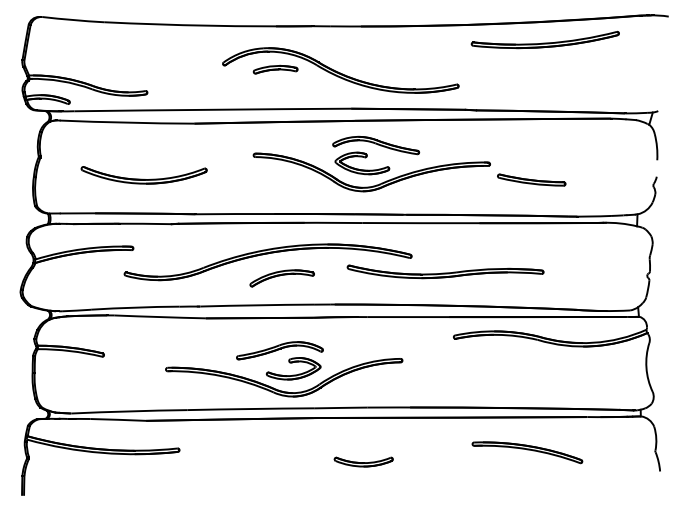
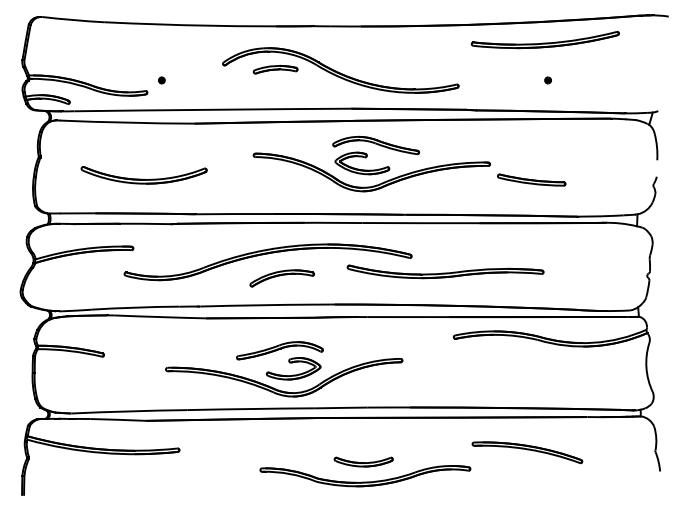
part at (161, 80): none -> present
part at (547, 80): none -> present
part at (365, 476): none -> present
